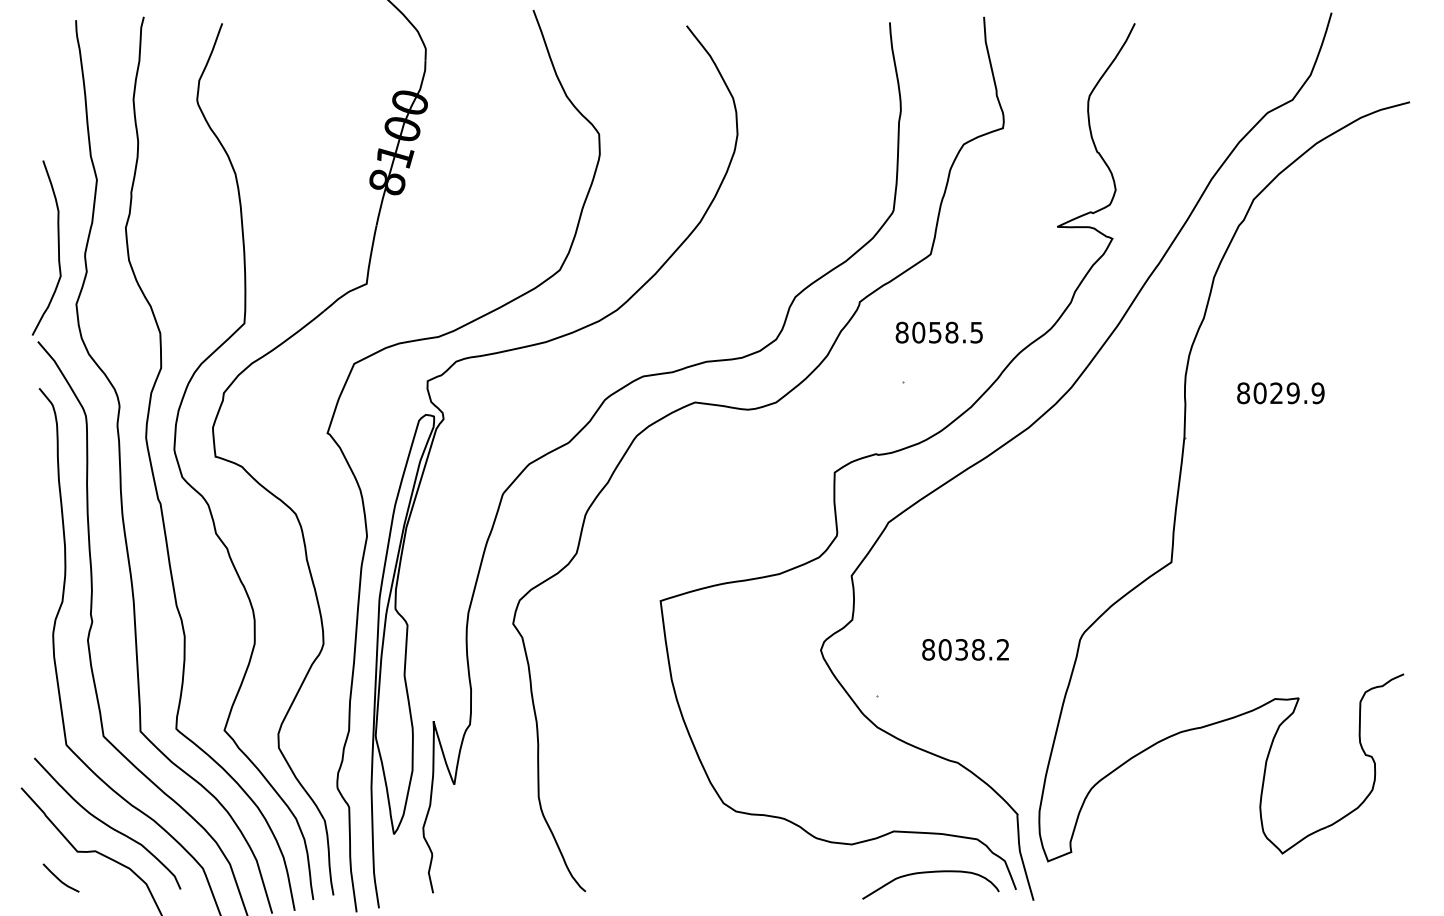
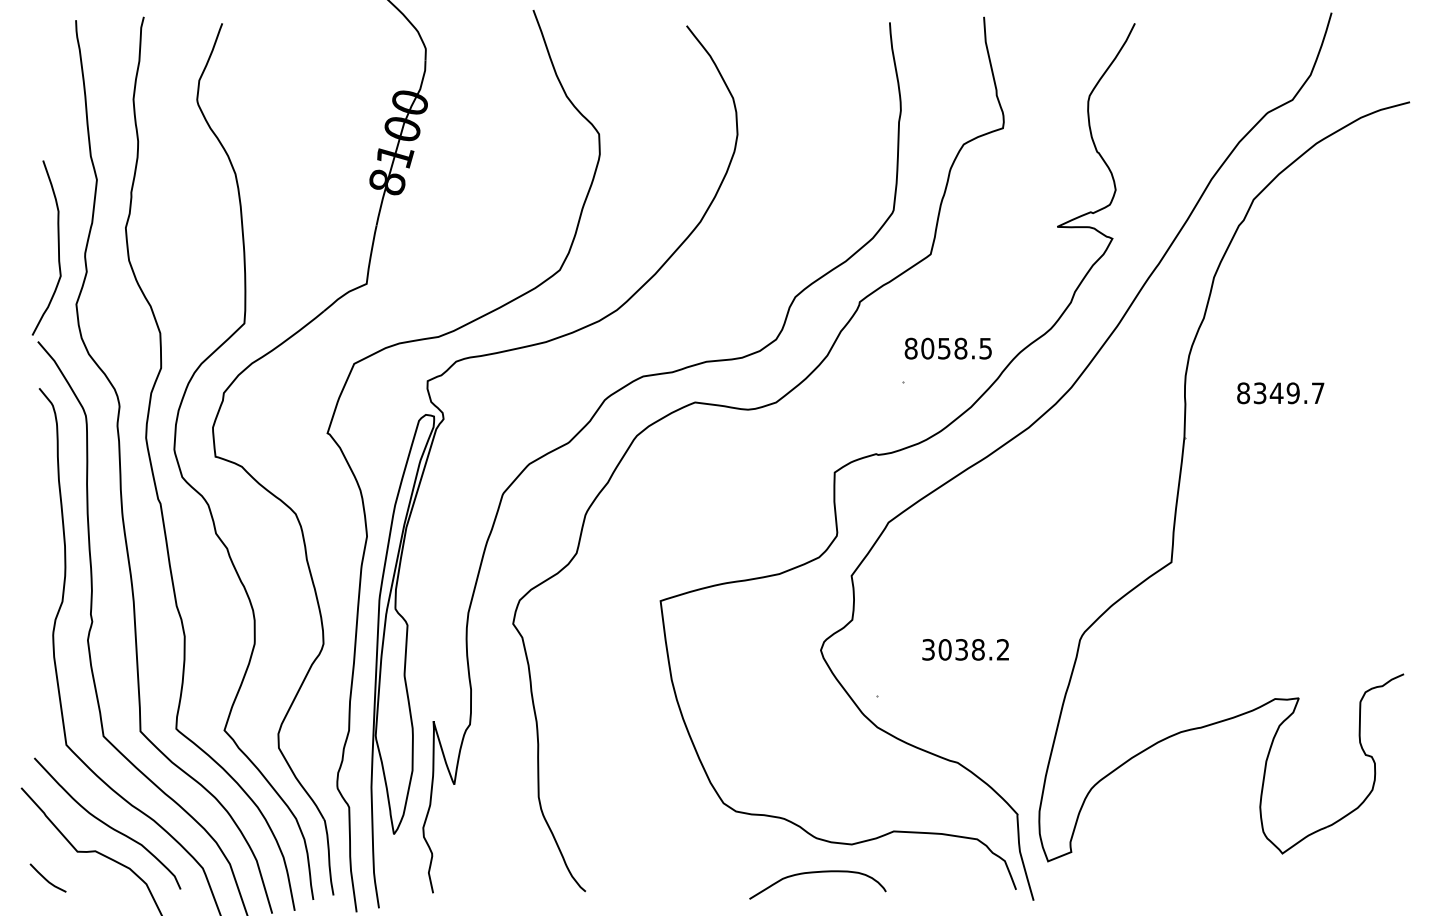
text at (938, 332) position: (938, 332) -> (947, 348)
text at (1288, 393): 8029.9 -> 8349.7
text at (928, 649): 8038.2 -> 3038.2
curve at (928, 873) position: (928, 873) -> (815, 873)
curve at (59, 878) position: (59, 878) -> (46, 878)
